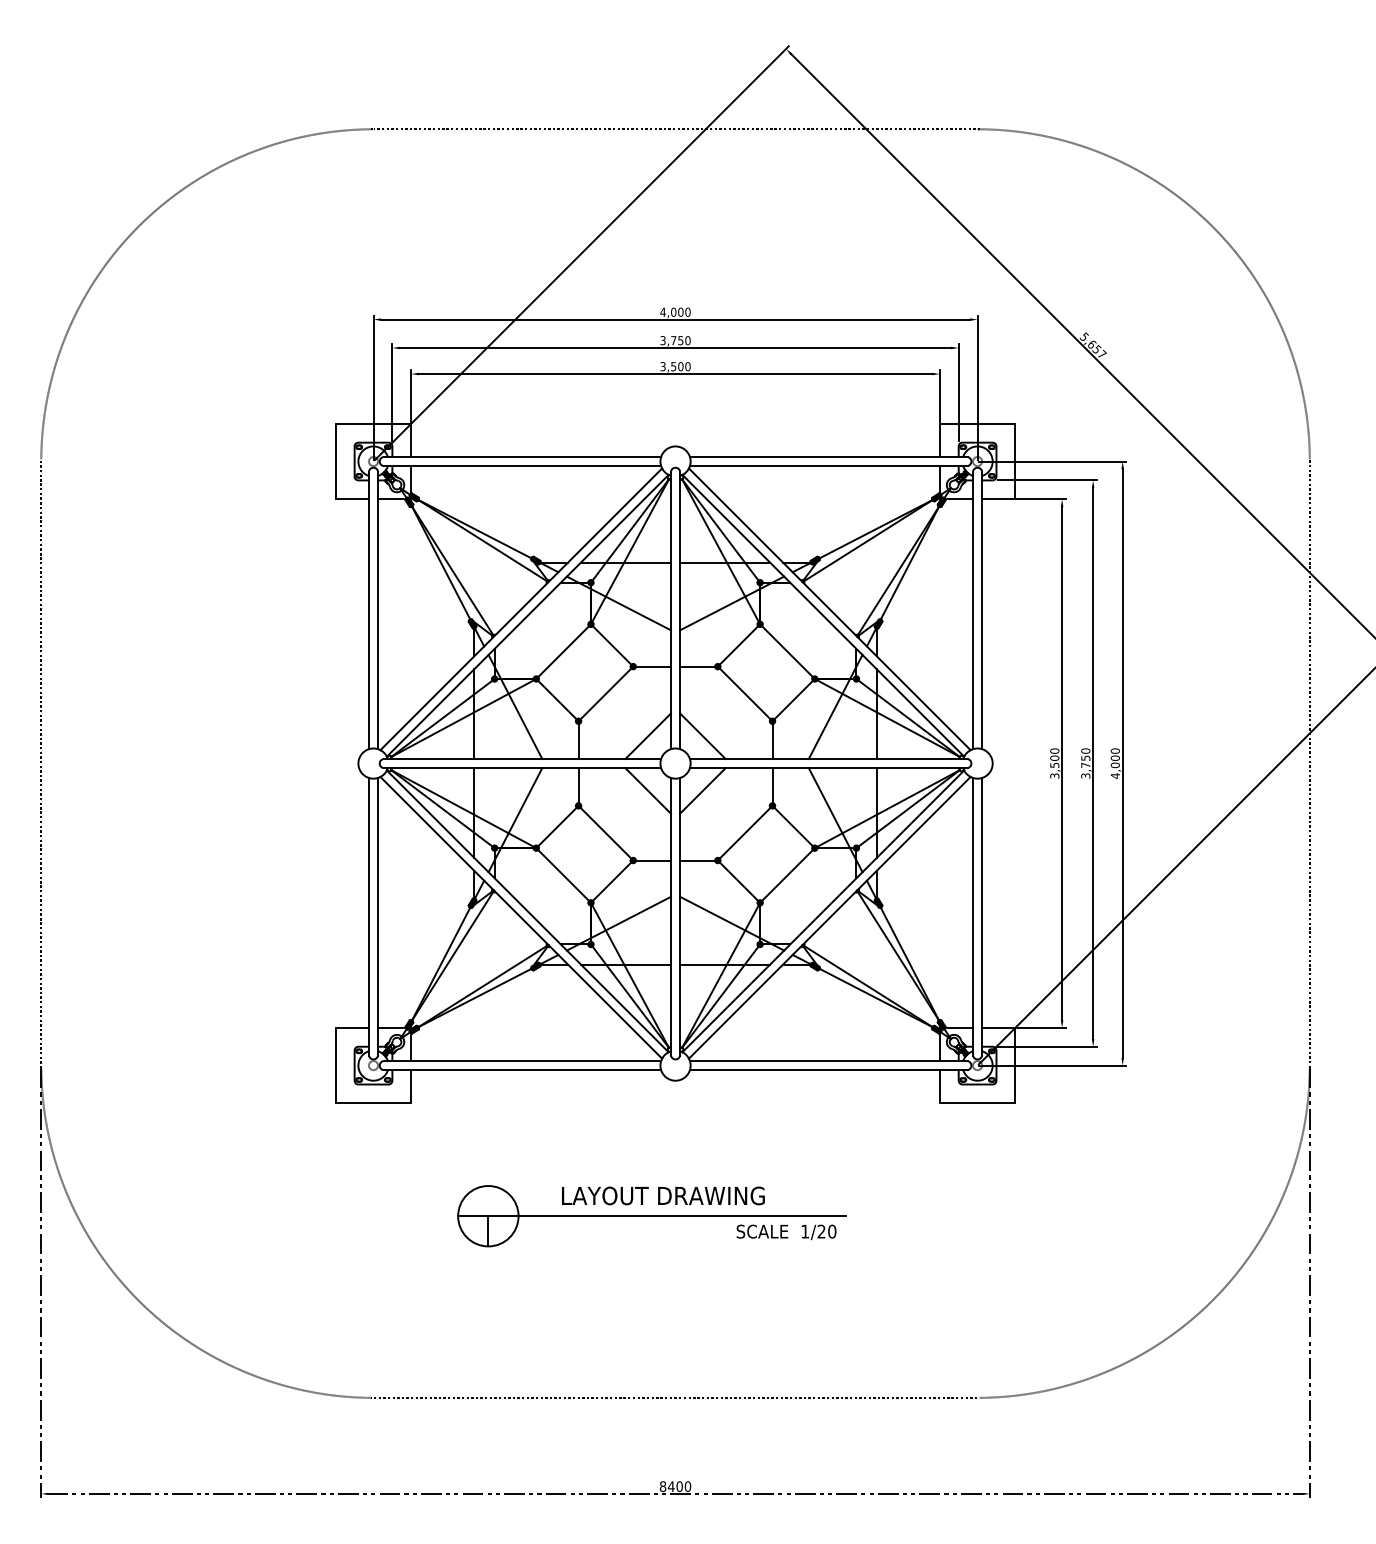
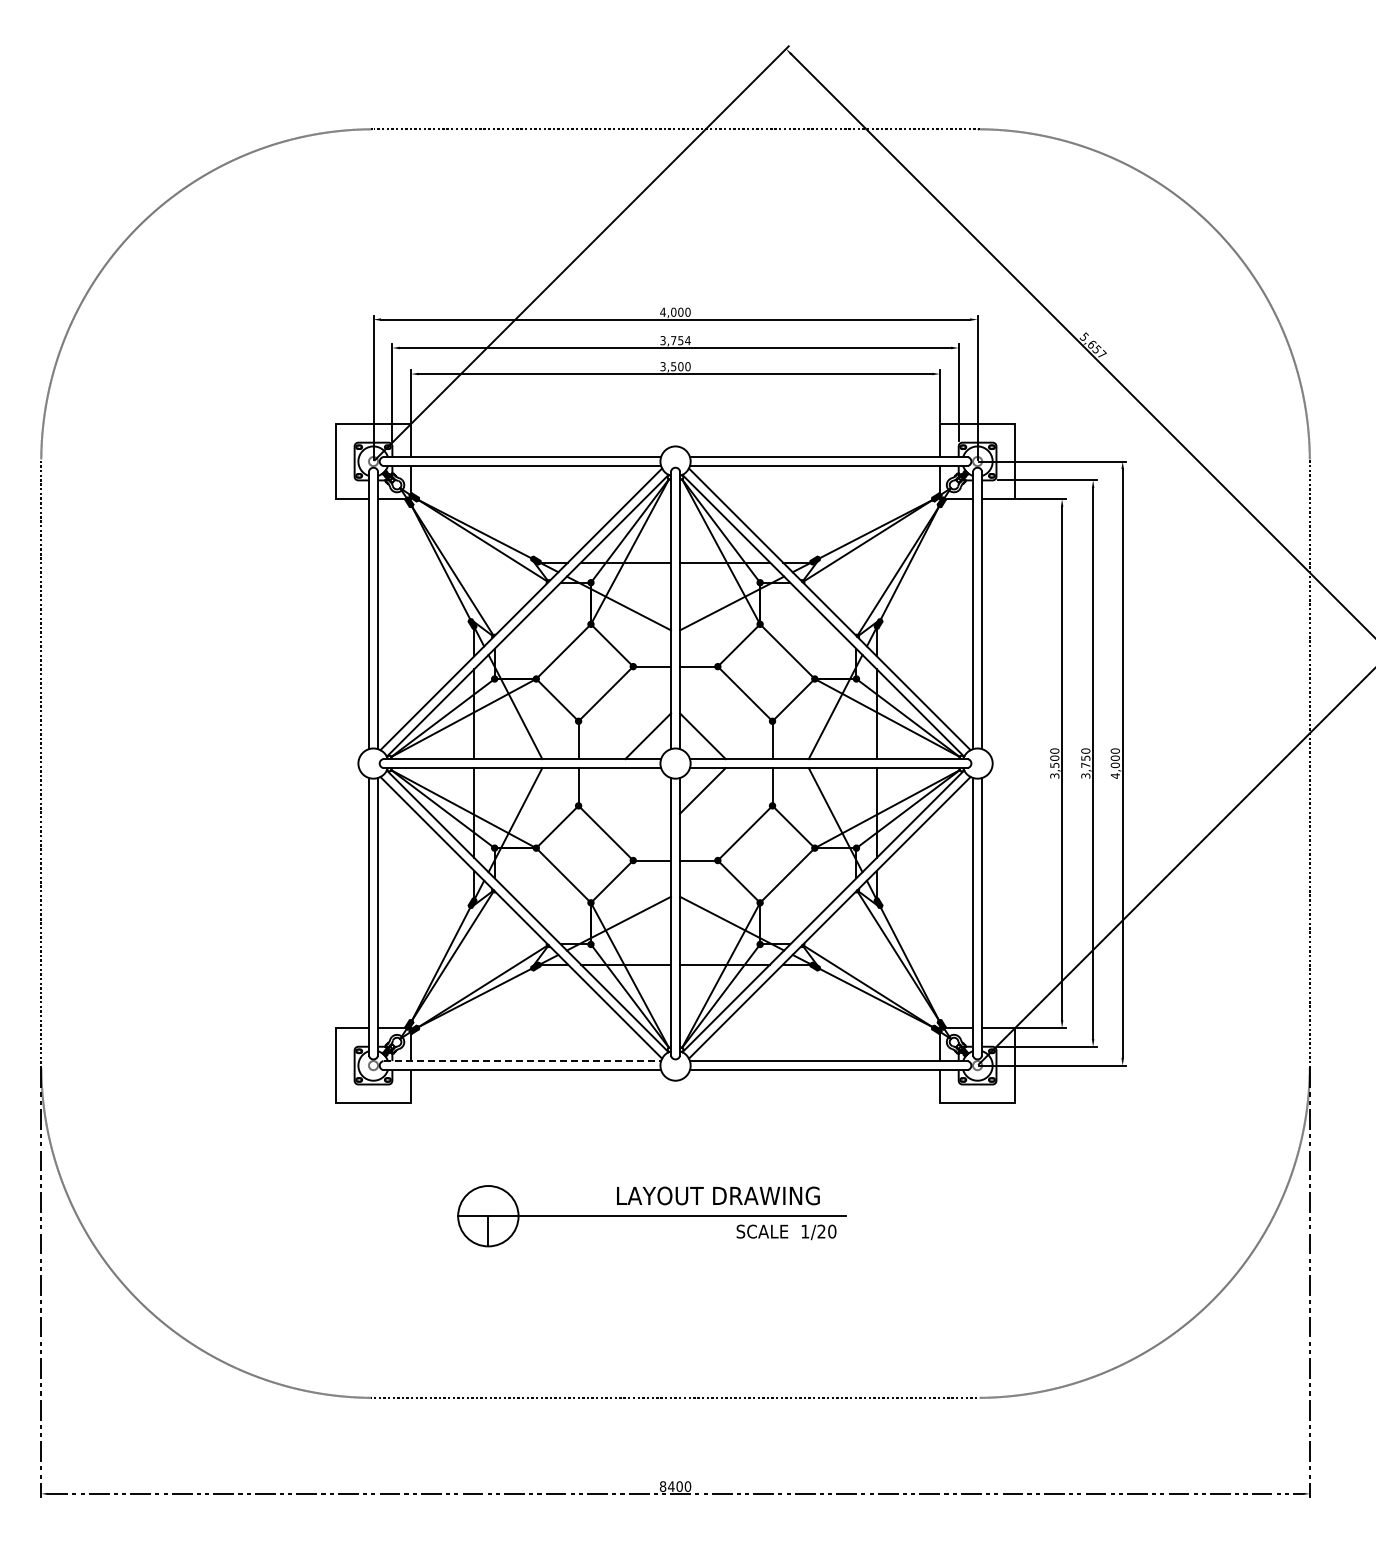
text at (687, 340): 3,750 -> 3,754
line at (648, 790): present -> none
line at (522, 1061): solid -> dashed
text at (663, 1195) position: (663, 1195) -> (718, 1195)
